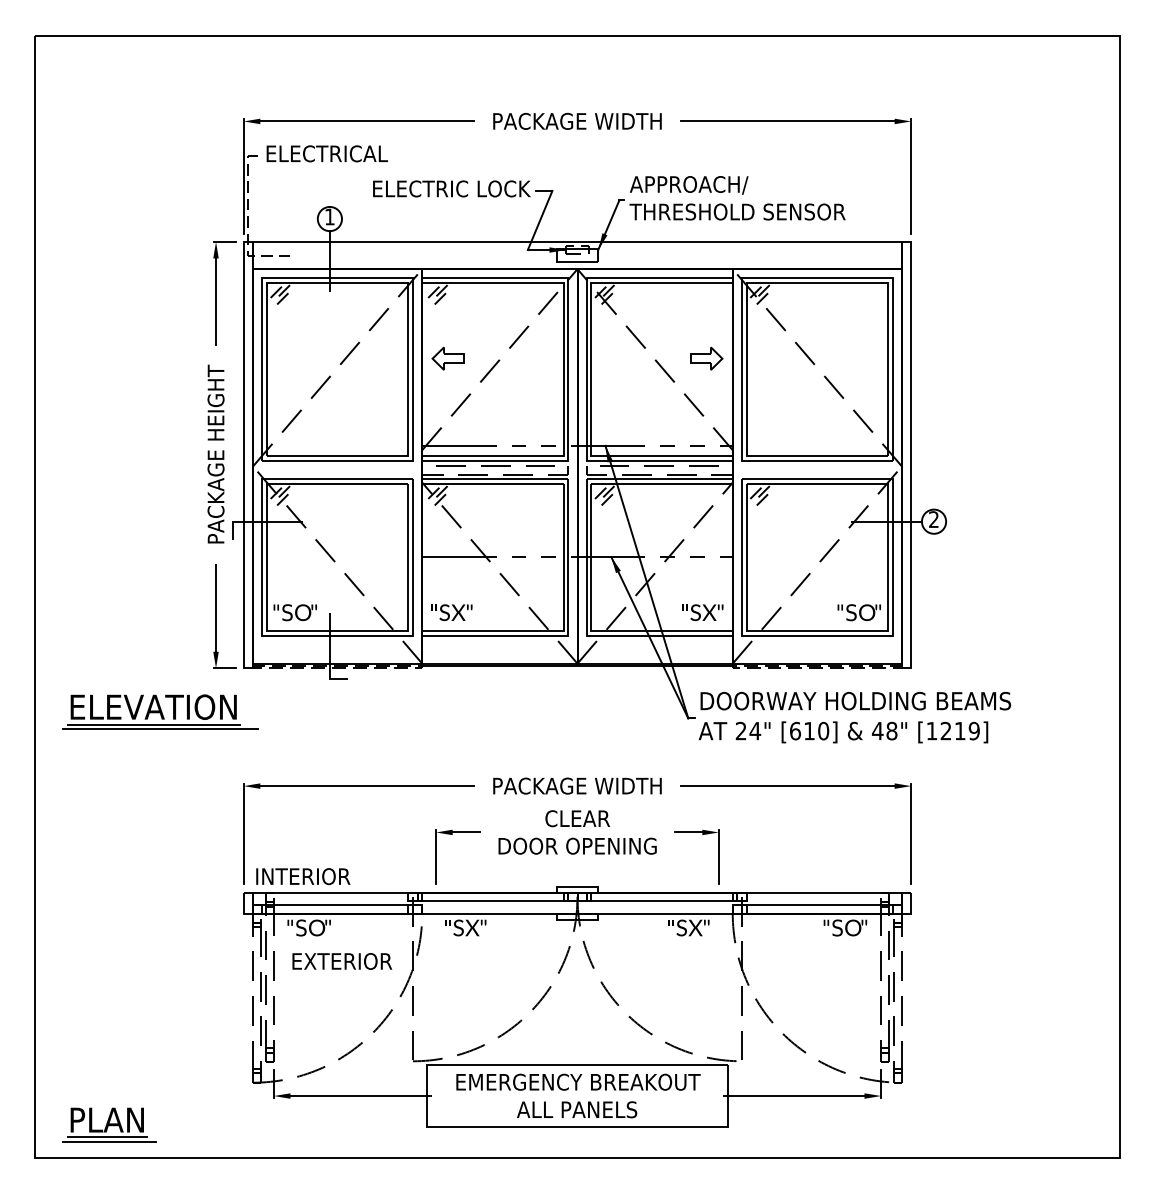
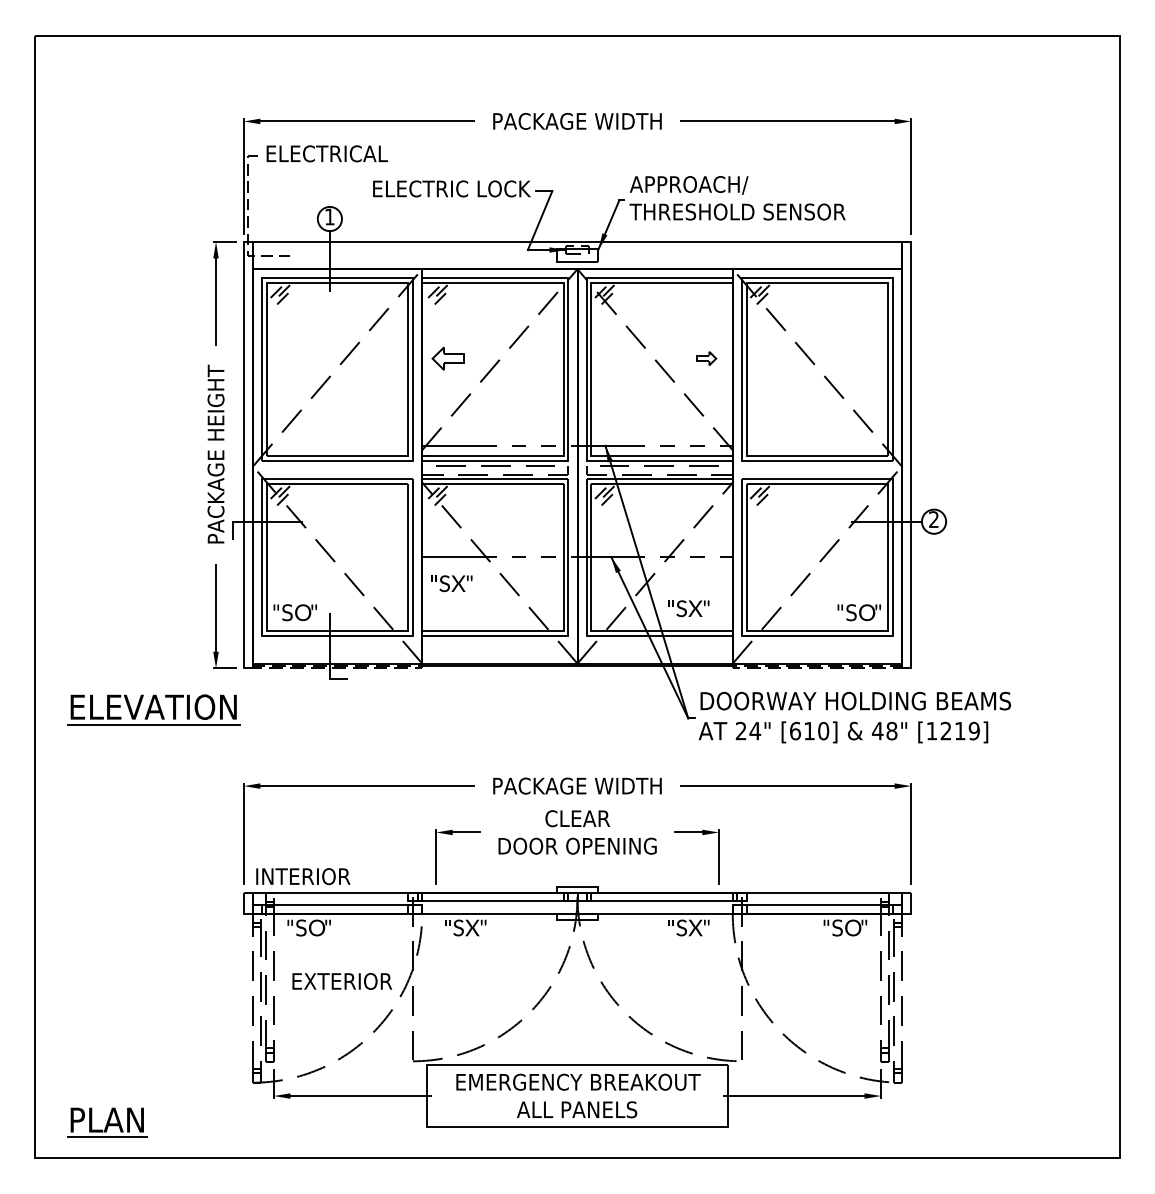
part at (706, 358) size: 34x25 px -> 22x15 px
text at (451, 612) position: (451, 612) -> (451, 583)
text at (702, 612) position: (702, 612) -> (688, 608)
line at (160, 729): present -> none
text at (342, 961) position: (342, 961) -> (342, 981)
line at (109, 1142): present -> none
